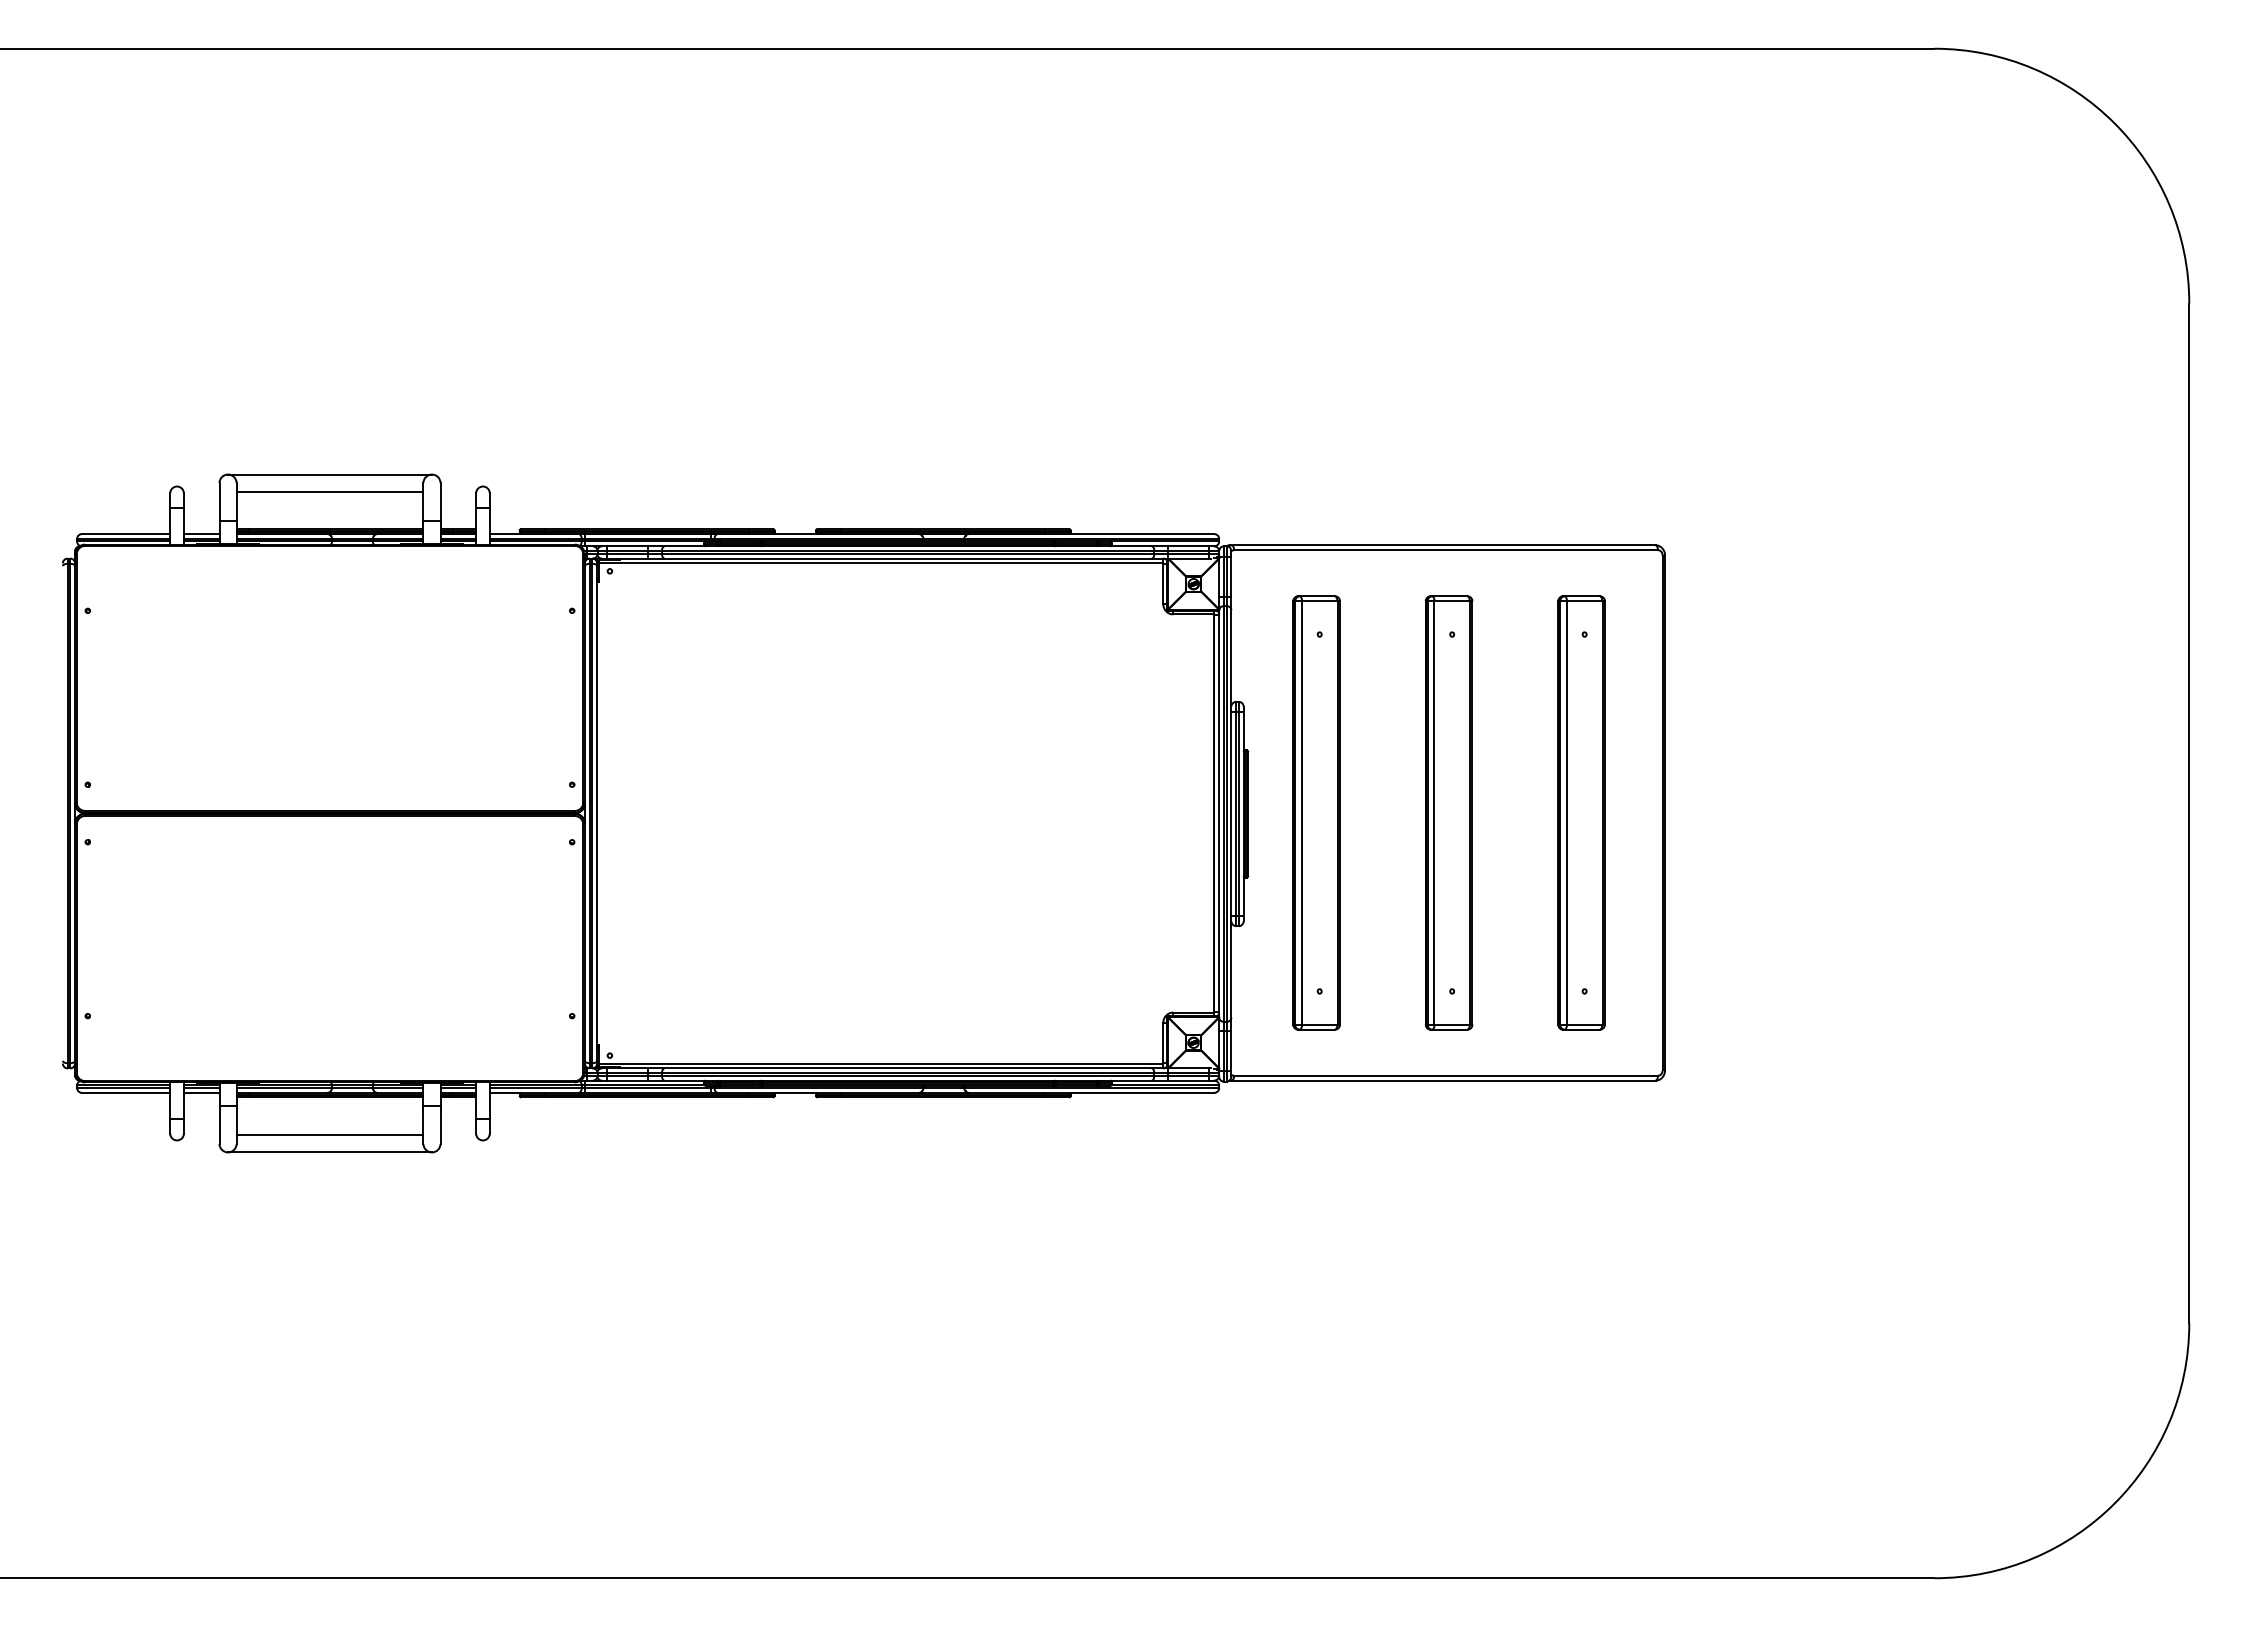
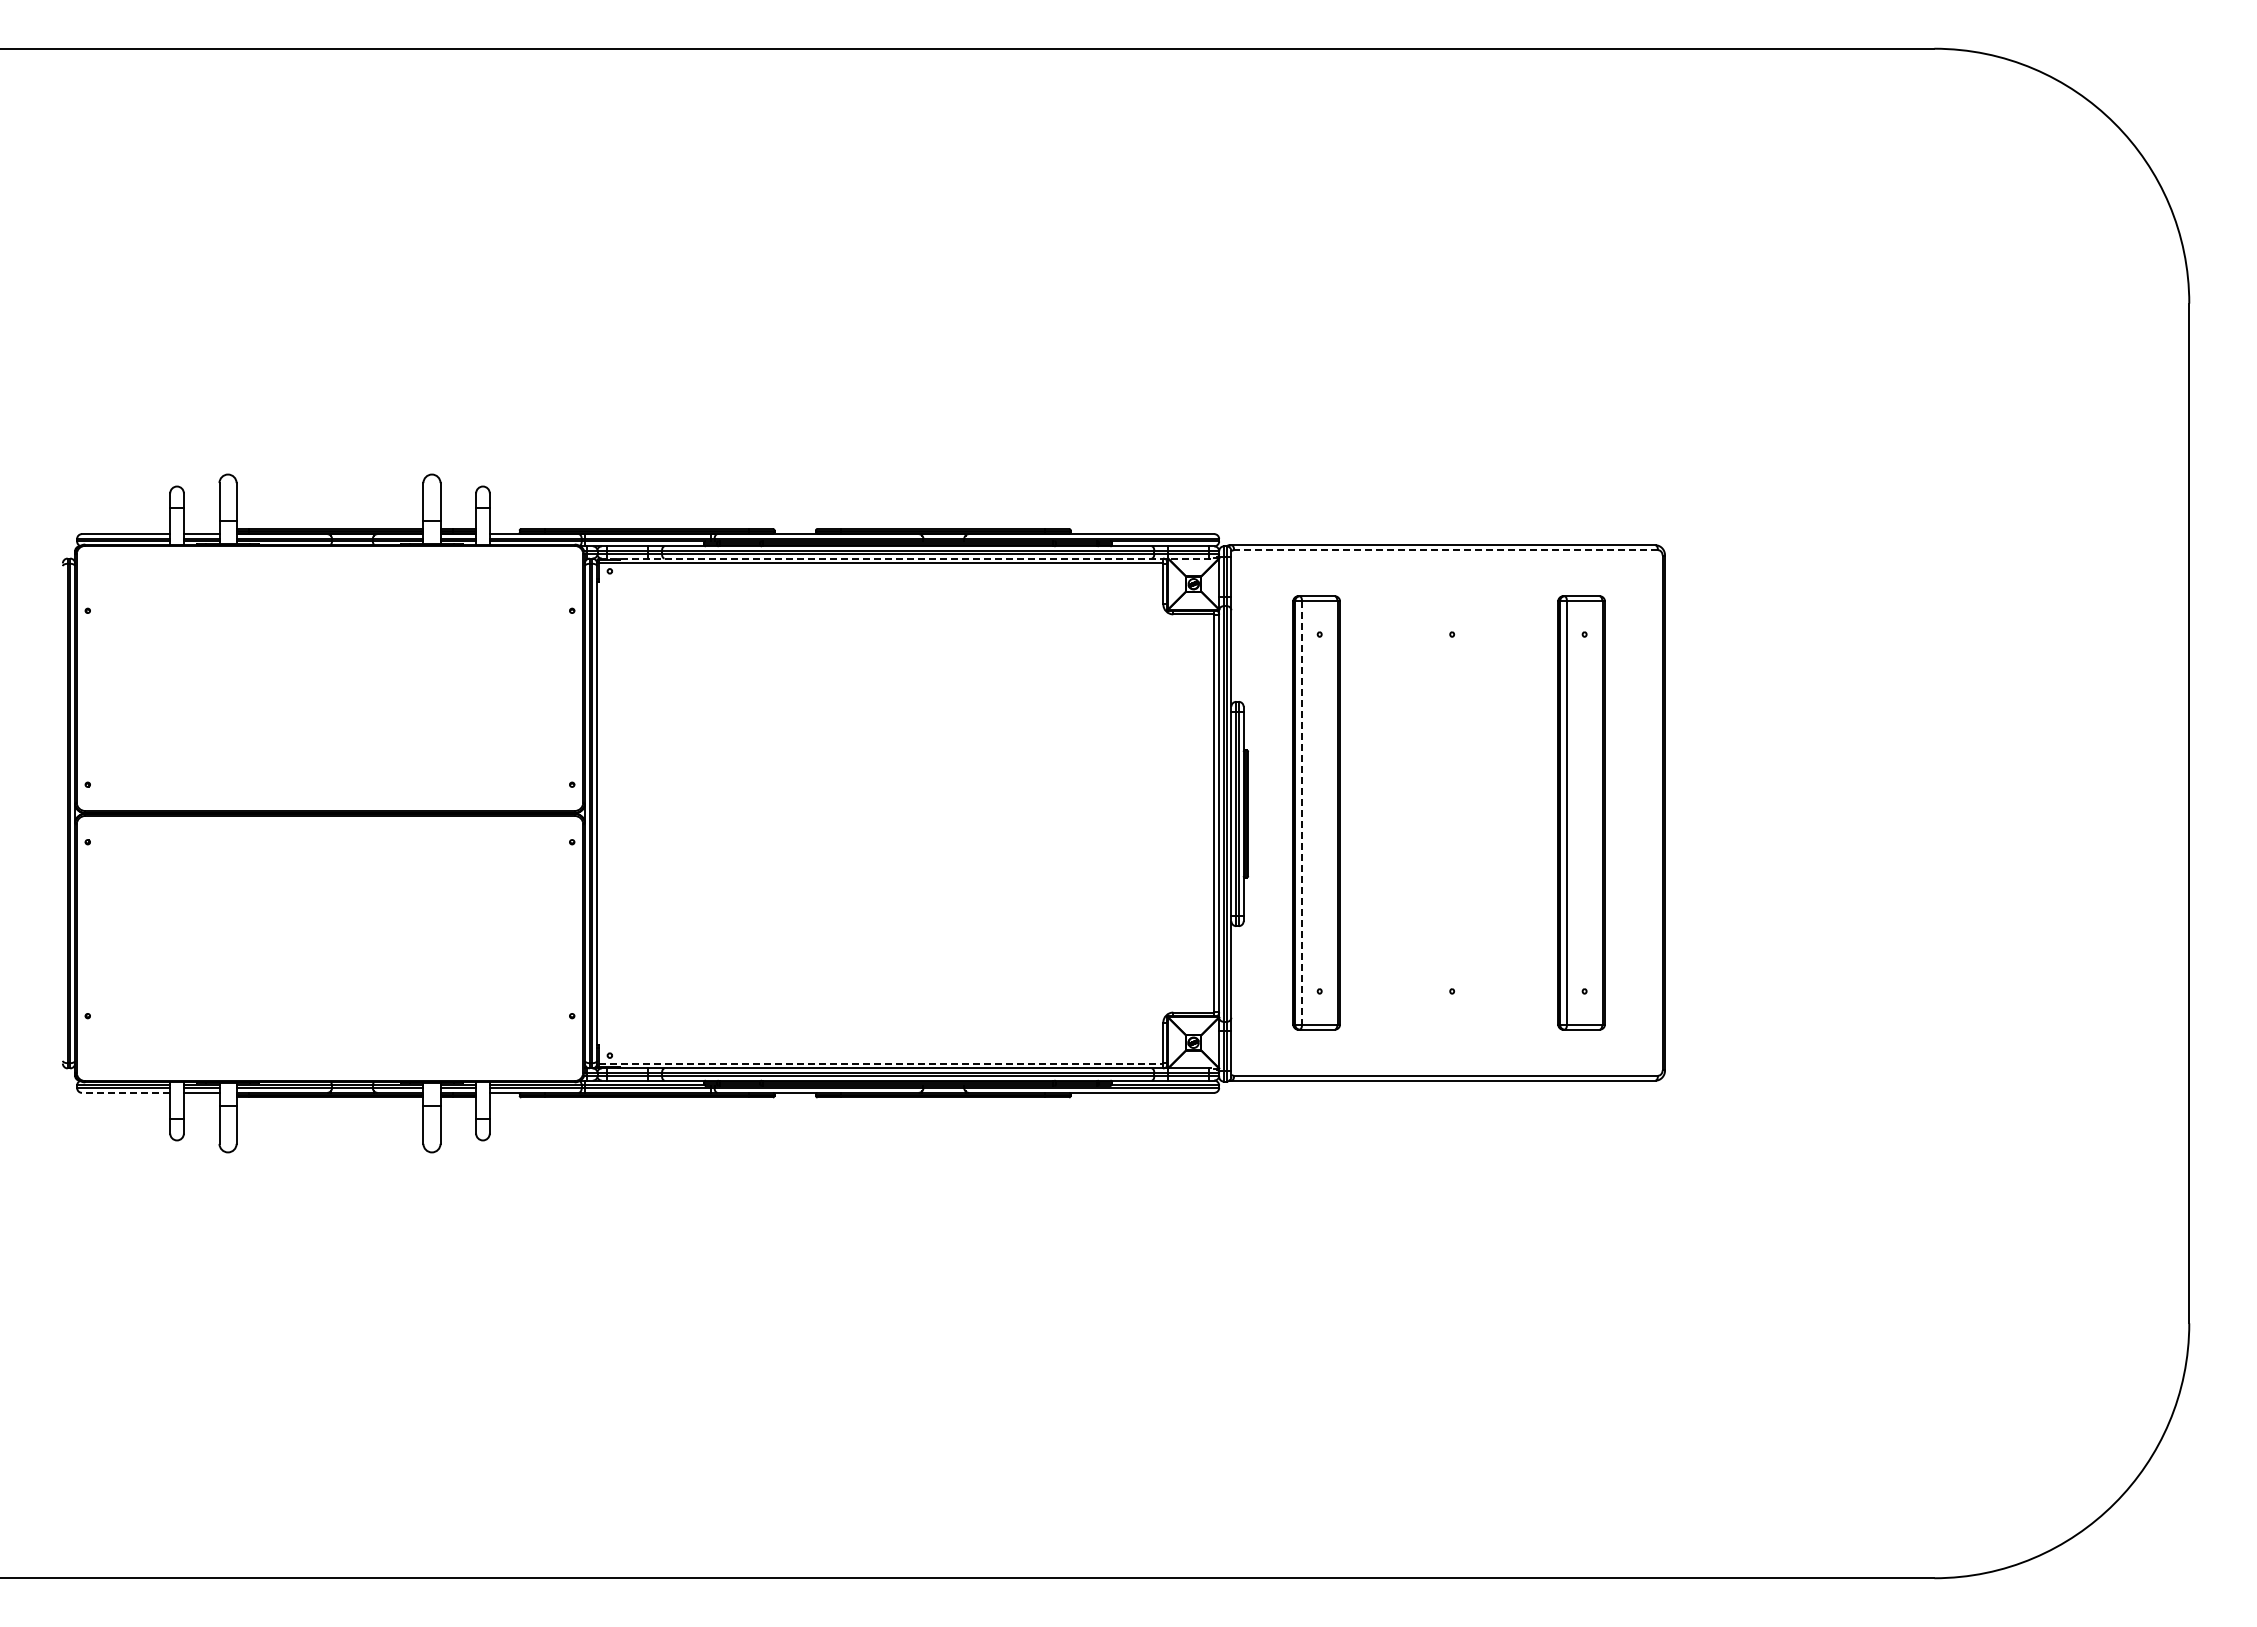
line at (329, 474): present -> none
line at (329, 491): present -> none
line at (1446, 550): solid -> dashed
line at (897, 558): solid -> dashed
line at (1301, 812): solid -> dashed
part at (1448, 812): present -> none
line at (881, 1063): solid -> dashed
line at (125, 1092): solid -> dashed
line at (329, 1135): present -> none
line at (329, 1152): present -> none
